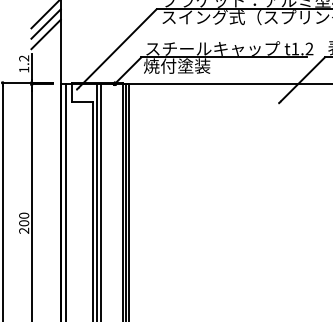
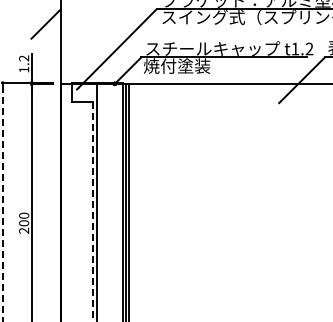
line at (44, 15): present -> none
line at (45, 34): present -> none
line at (66, 201): present -> none
line at (101, 201): present -> none
line at (2, 204): solid -> dashed
line at (92, 211): solid -> dashed
